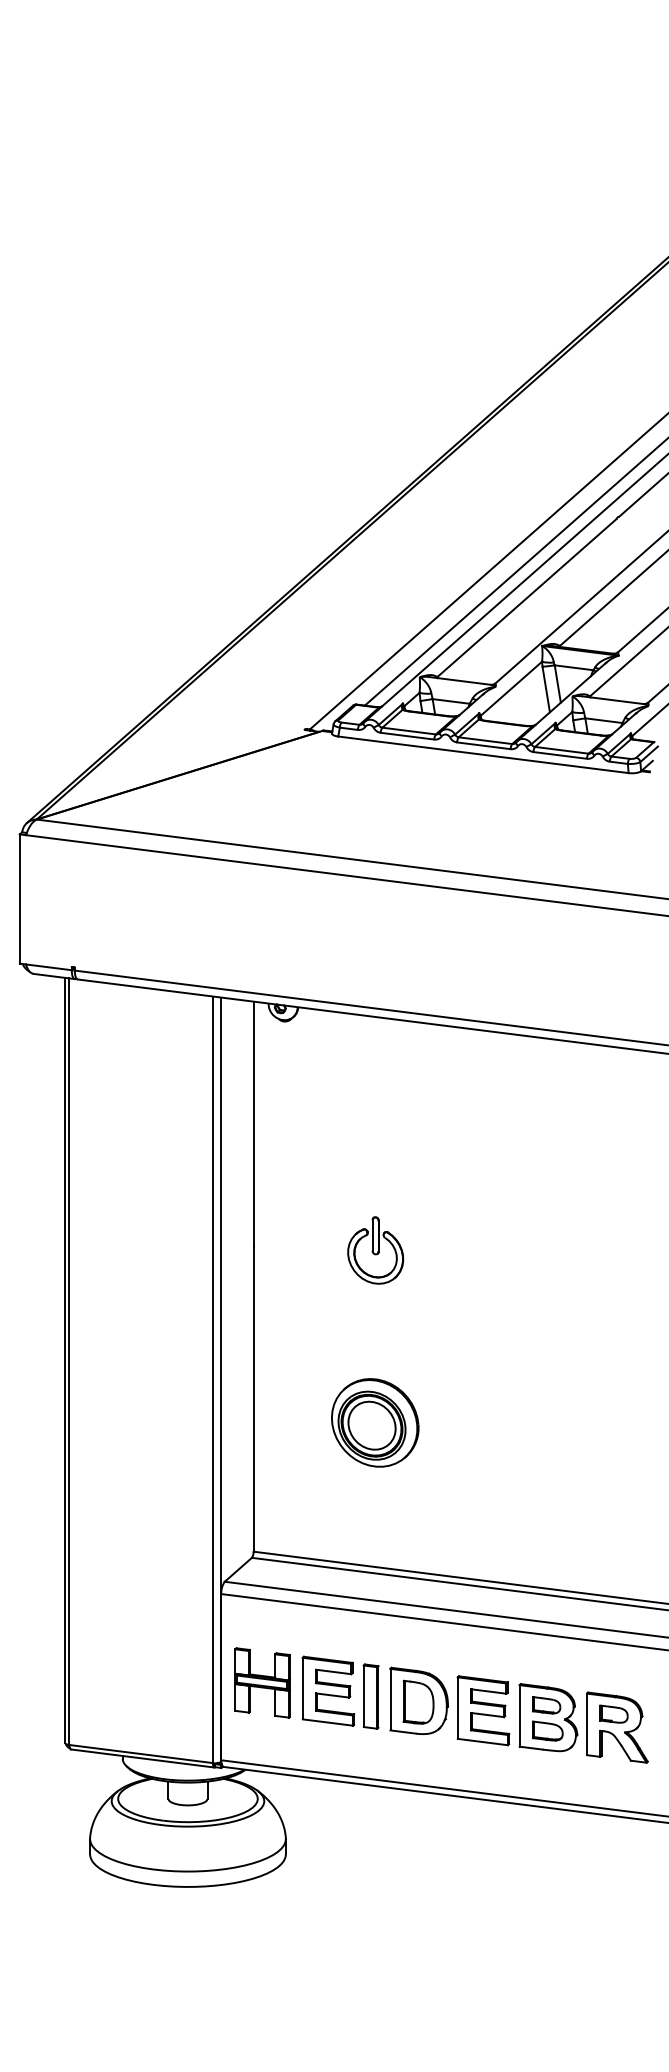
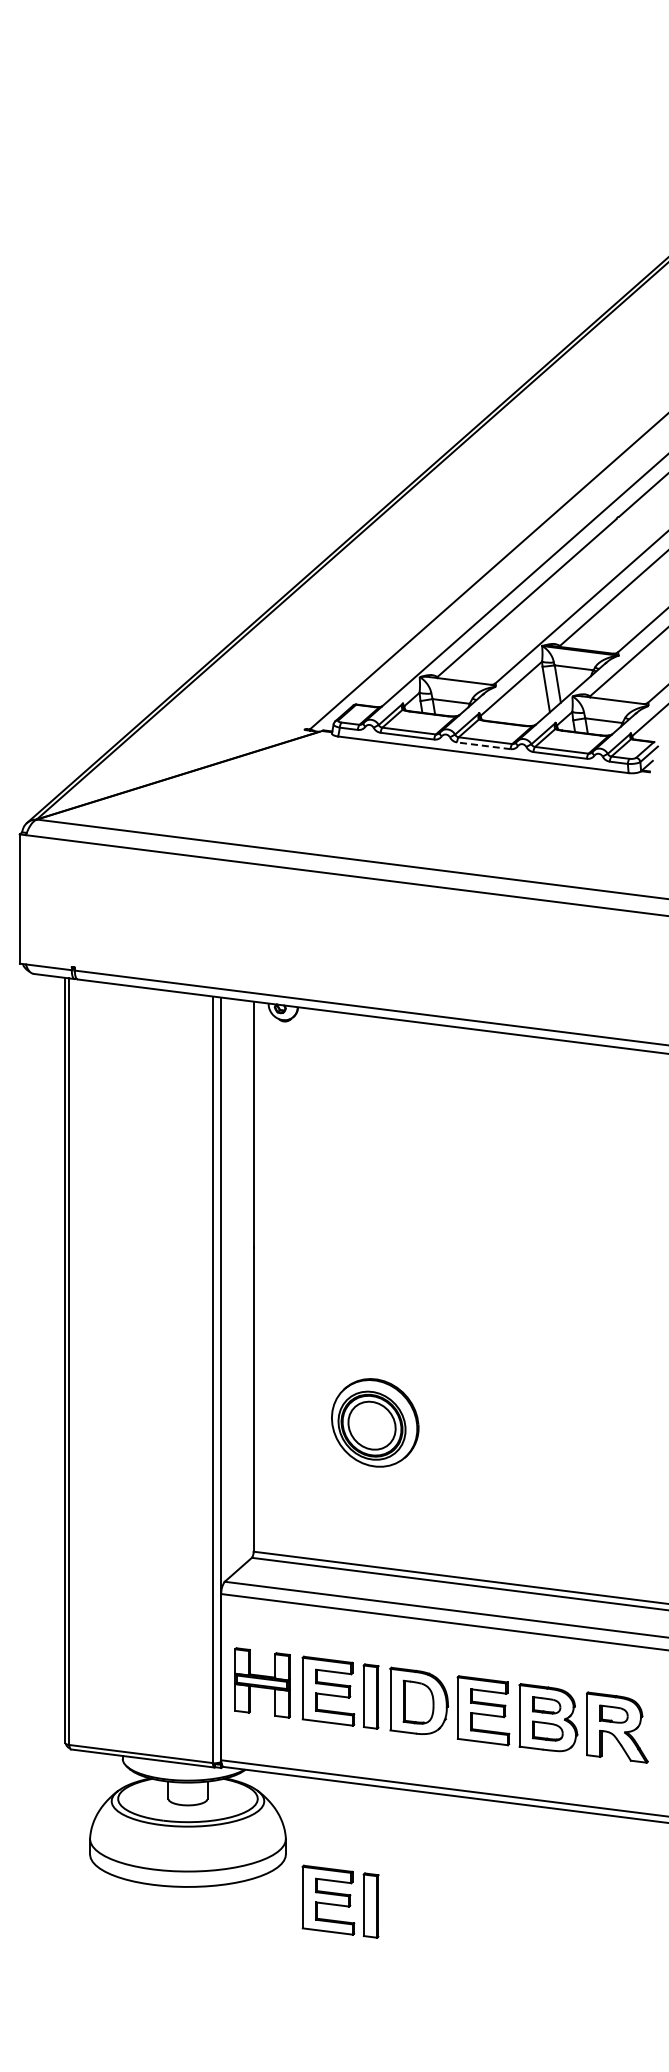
line at (514, 572): present -> none
line at (483, 745): solid -> dashed
part at (375, 1250): present -> none
part at (340, 1901): none -> present
